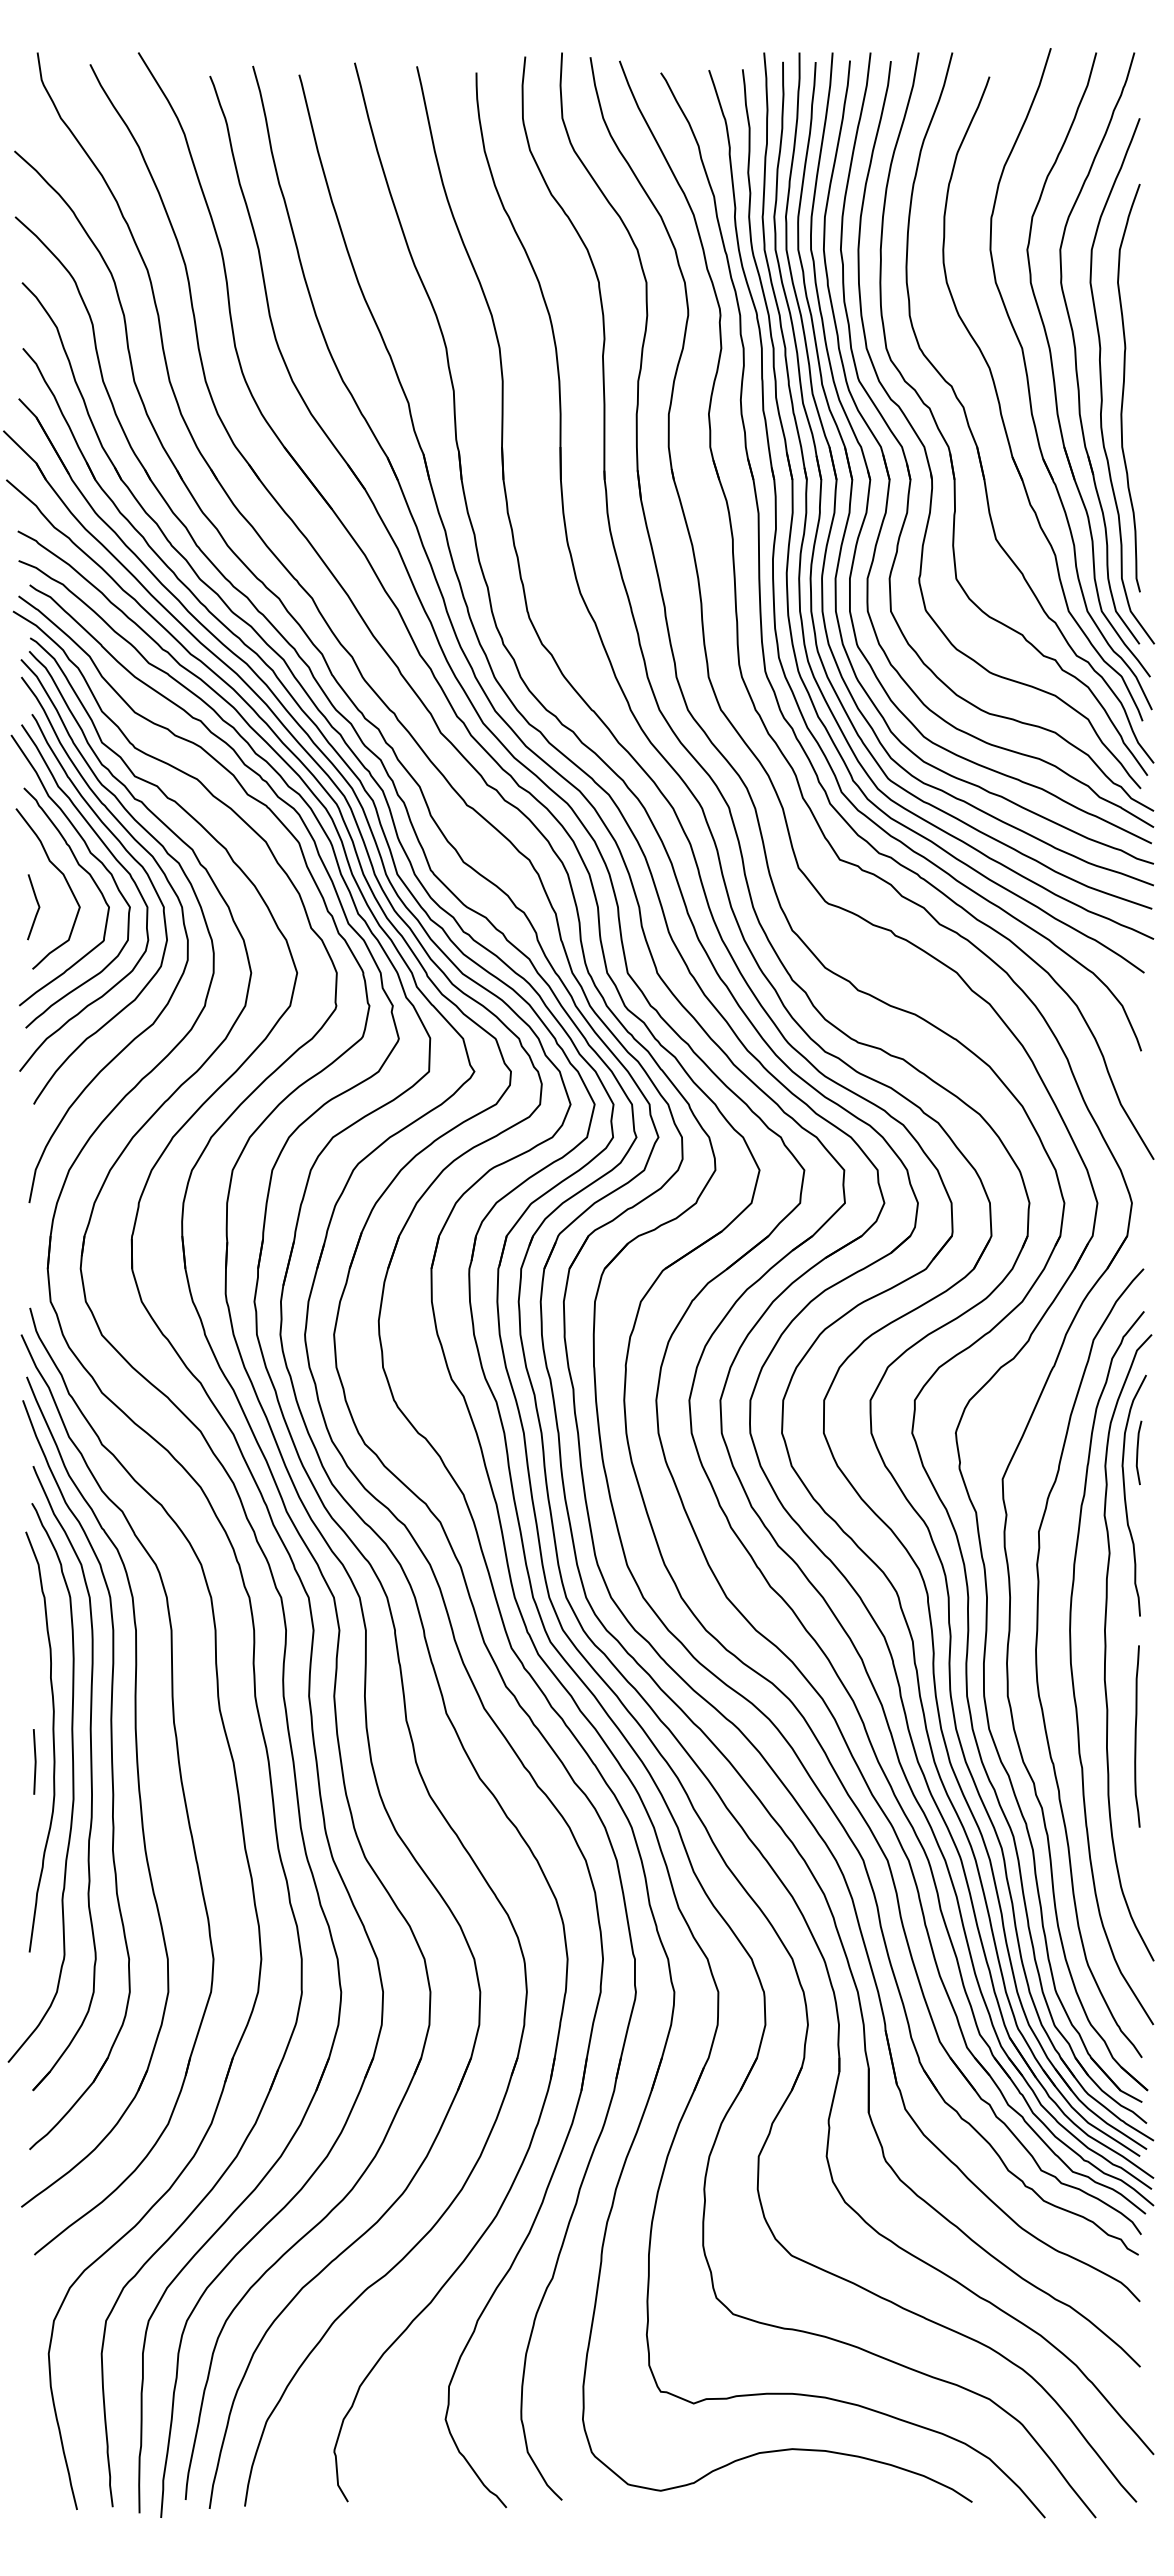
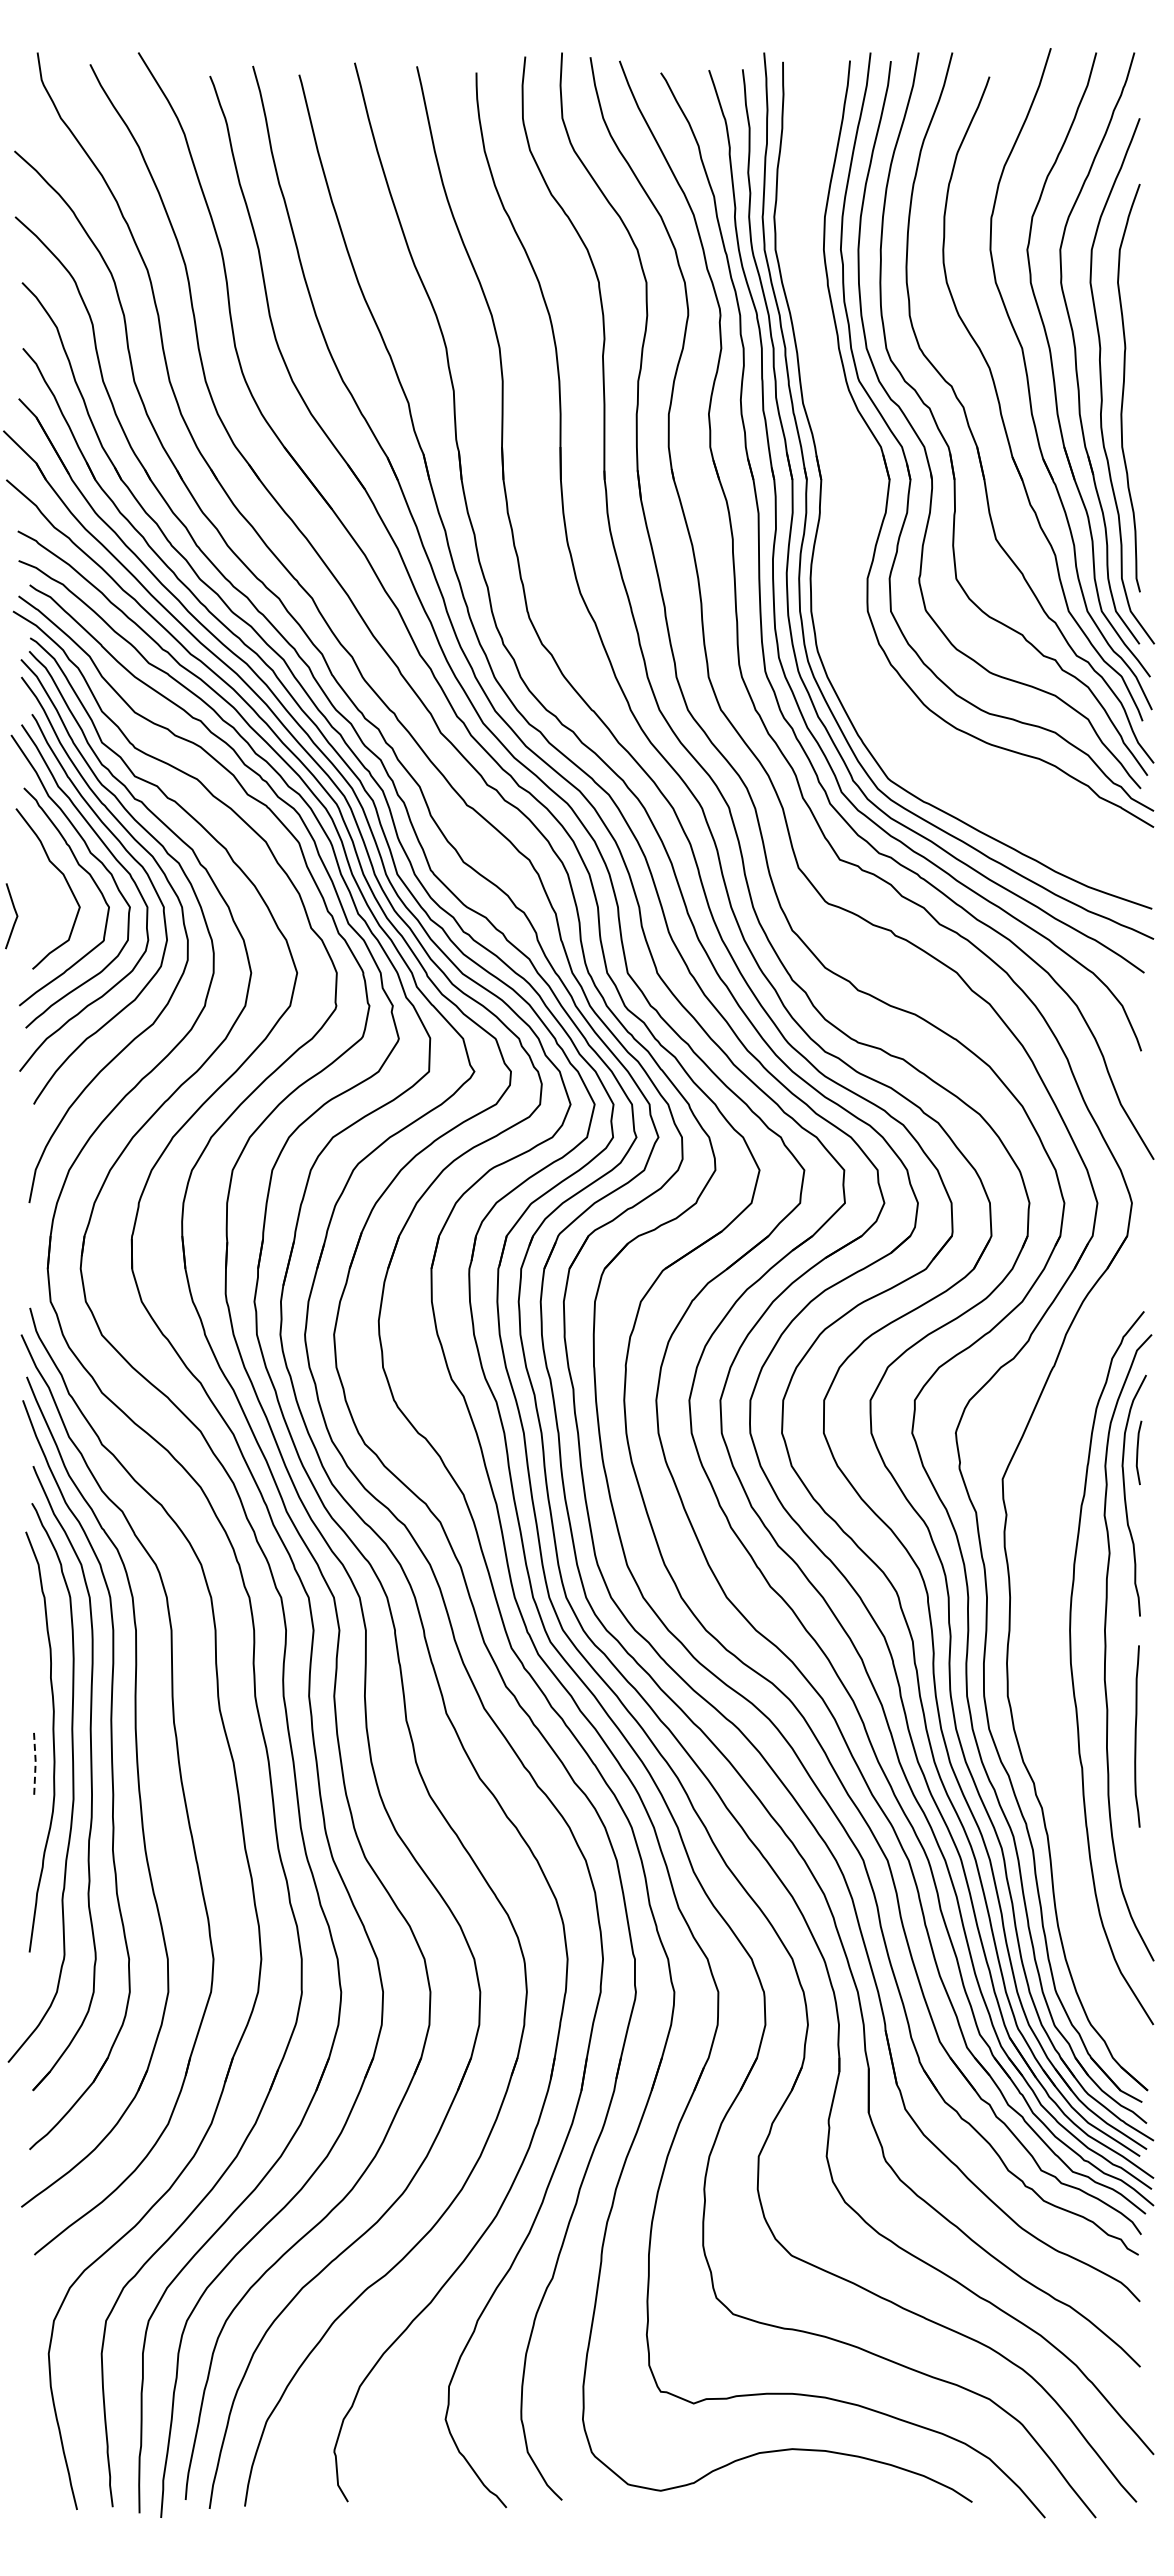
part at (871, 479): present -> none
line at (37, 905) position: (37, 905) -> (15, 914)
curve at (1037, 1663): present -> none
line at (35, 1761): solid -> dashed
